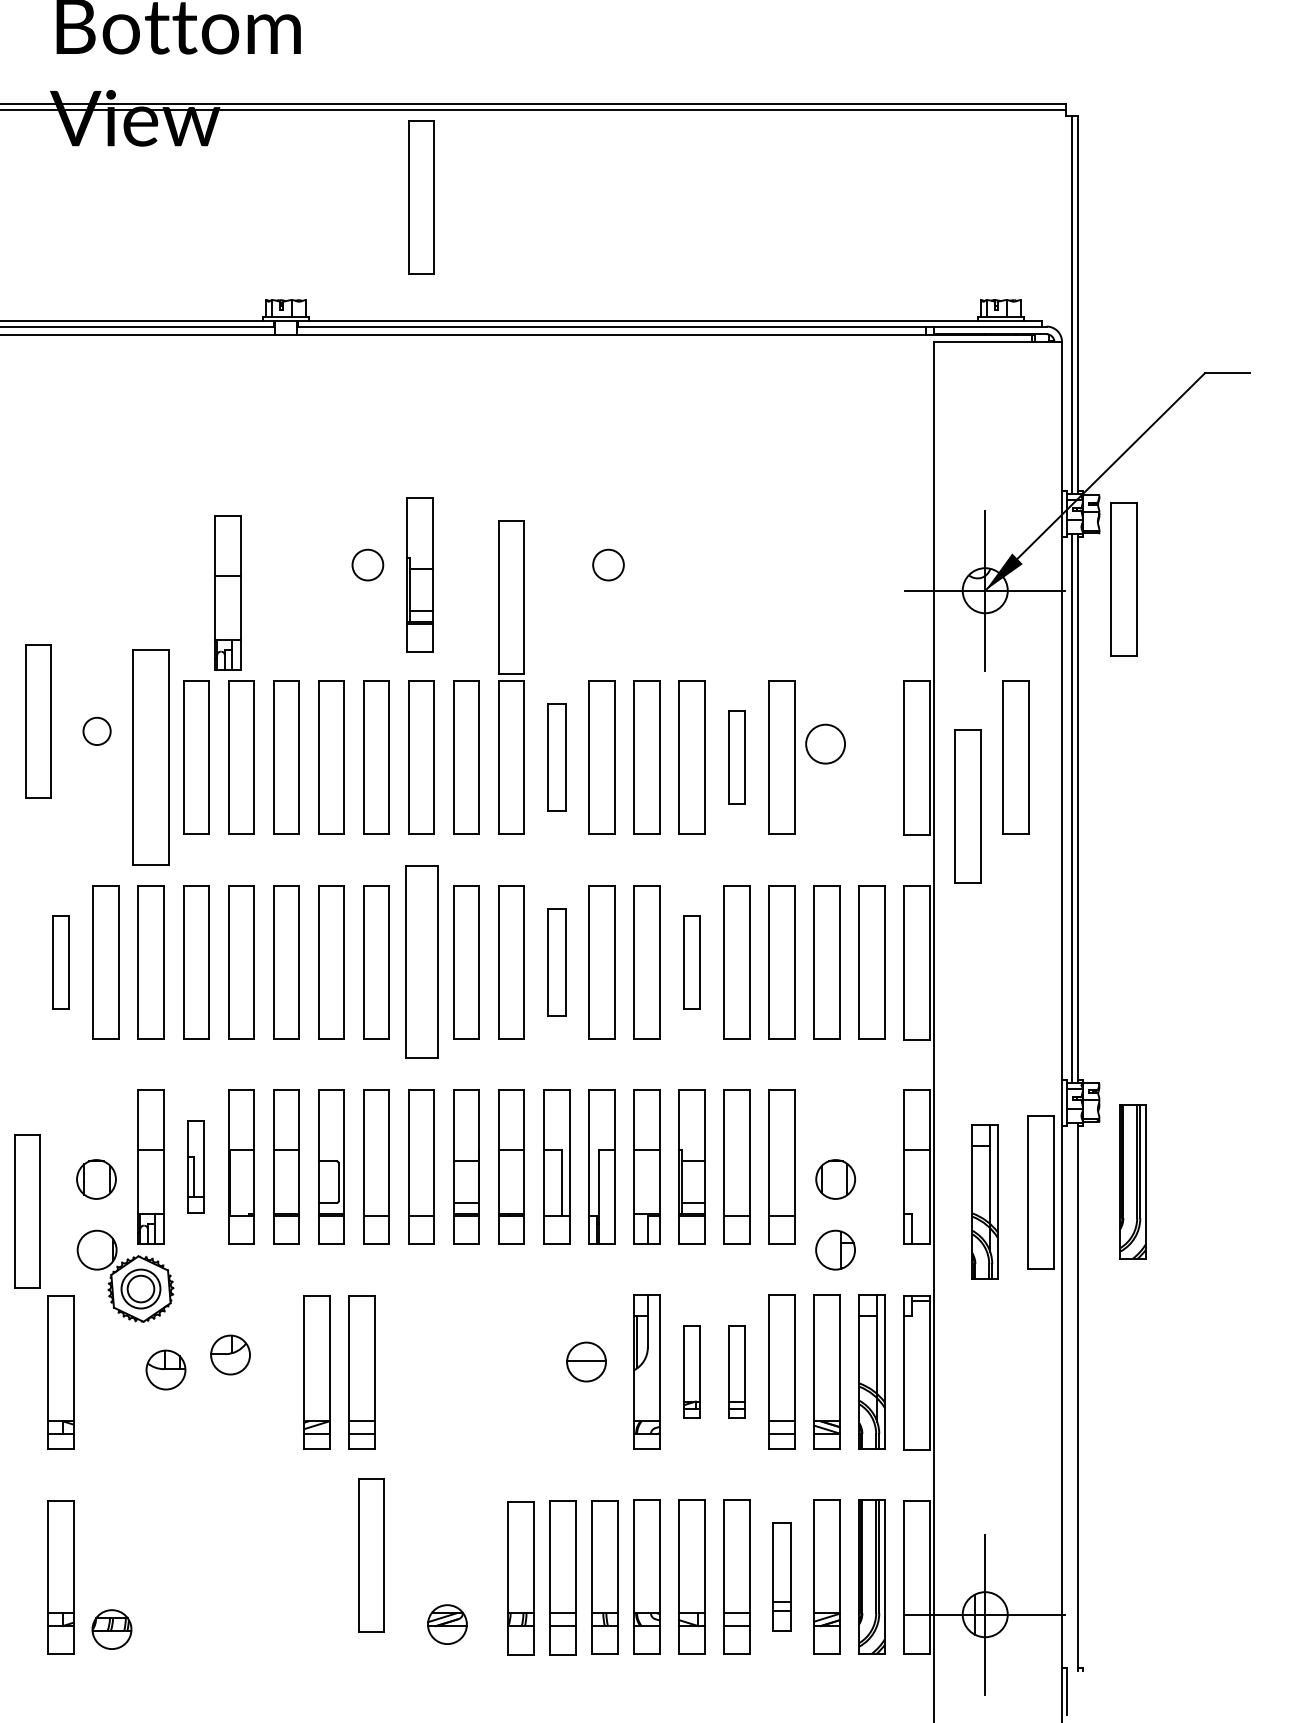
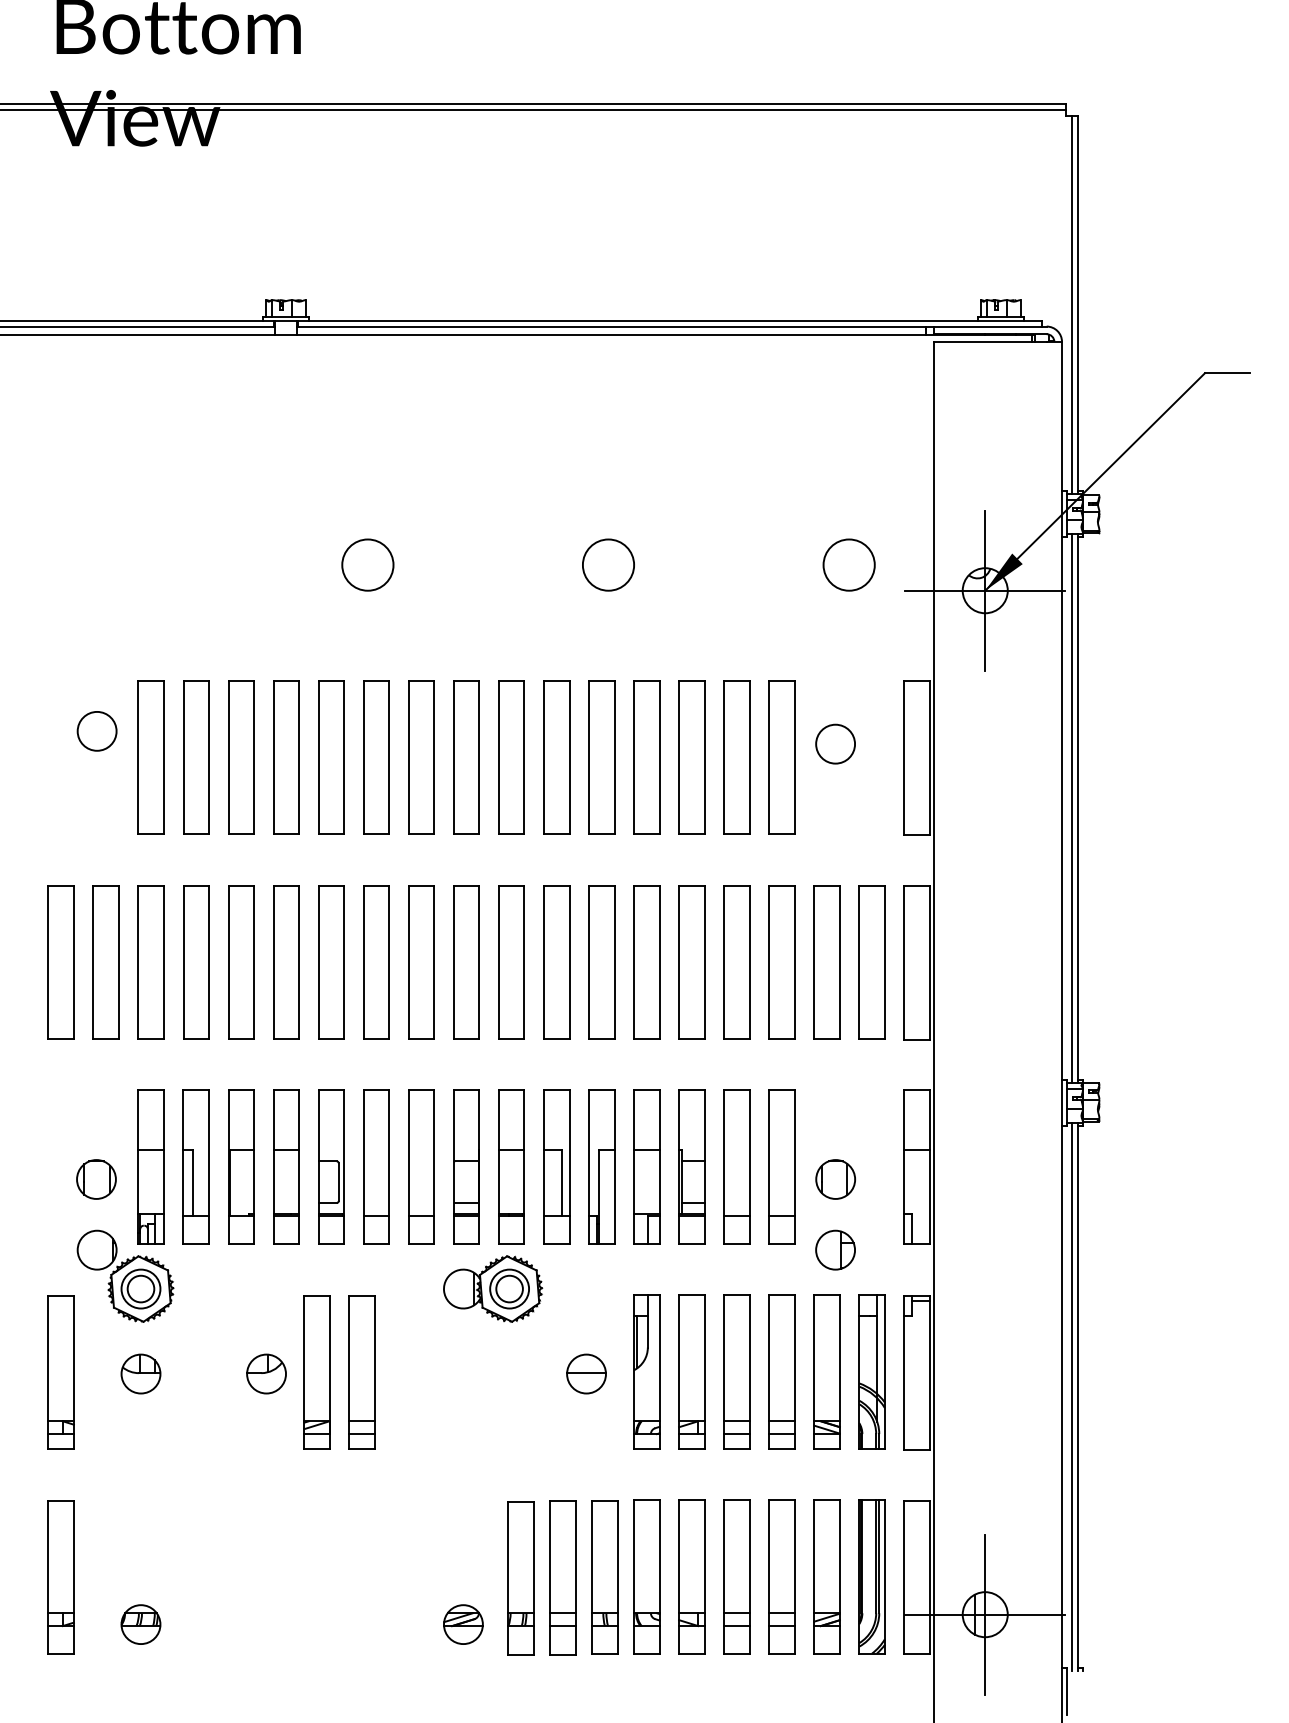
part at (421, 197): present -> none
circle at (367, 564) diameter: 31 px -> 51 px
circle at (608, 564) diameter: 31 px -> 51 px
circle at (848, 564): none -> present
part at (419, 574): present -> none
part at (1123, 579): present -> none
part at (227, 592): present -> none
part at (511, 597): present -> none
part at (38, 721): present -> none
circle at (96, 730) size: 30x30 px -> 42x41 px
circle at (825, 743) position: (825, 743) -> (835, 743)
part at (150, 757) size: 38x217 px -> 28x155 px
part at (556, 757) size: 20x109 px -> 28x155 px
part at (736, 757) size: 18x95 px -> 28x155 px
part at (1015, 757): present -> none
part at (967, 806): present -> none
part at (421, 961) size: 34x194 px -> 27x155 px
part at (60, 962) size: 18x95 px -> 28x155 px
part at (556, 962) size: 20x109 px -> 28x155 px
part at (691, 962) size: 18x95 px -> 28x155 px
part at (195, 1166) size: 18x94 px -> 28x156 px
part at (1132, 1181): present -> none
part at (1040, 1192): present -> none
part at (984, 1201): present -> none
part at (27, 1211): present -> none
part at (493, 1288): none -> present
part at (230, 1354) position: (230, 1354) -> (266, 1373)
part at (586, 1361) position: (586, 1361) -> (586, 1373)
part at (165, 1369) position: (165, 1369) -> (140, 1373)
part at (691, 1371) size: 18x94 px -> 28x156 px
part at (736, 1371) size: 18x94 px -> 28x156 px
line at (1072, 1396): none -> present
part at (371, 1555): present -> none
part at (781, 1576) size: 20x110 px -> 28x156 px
part at (447, 1624) position: (447, 1624) -> (463, 1624)
part at (111, 1629) position: (111, 1629) -> (140, 1624)
